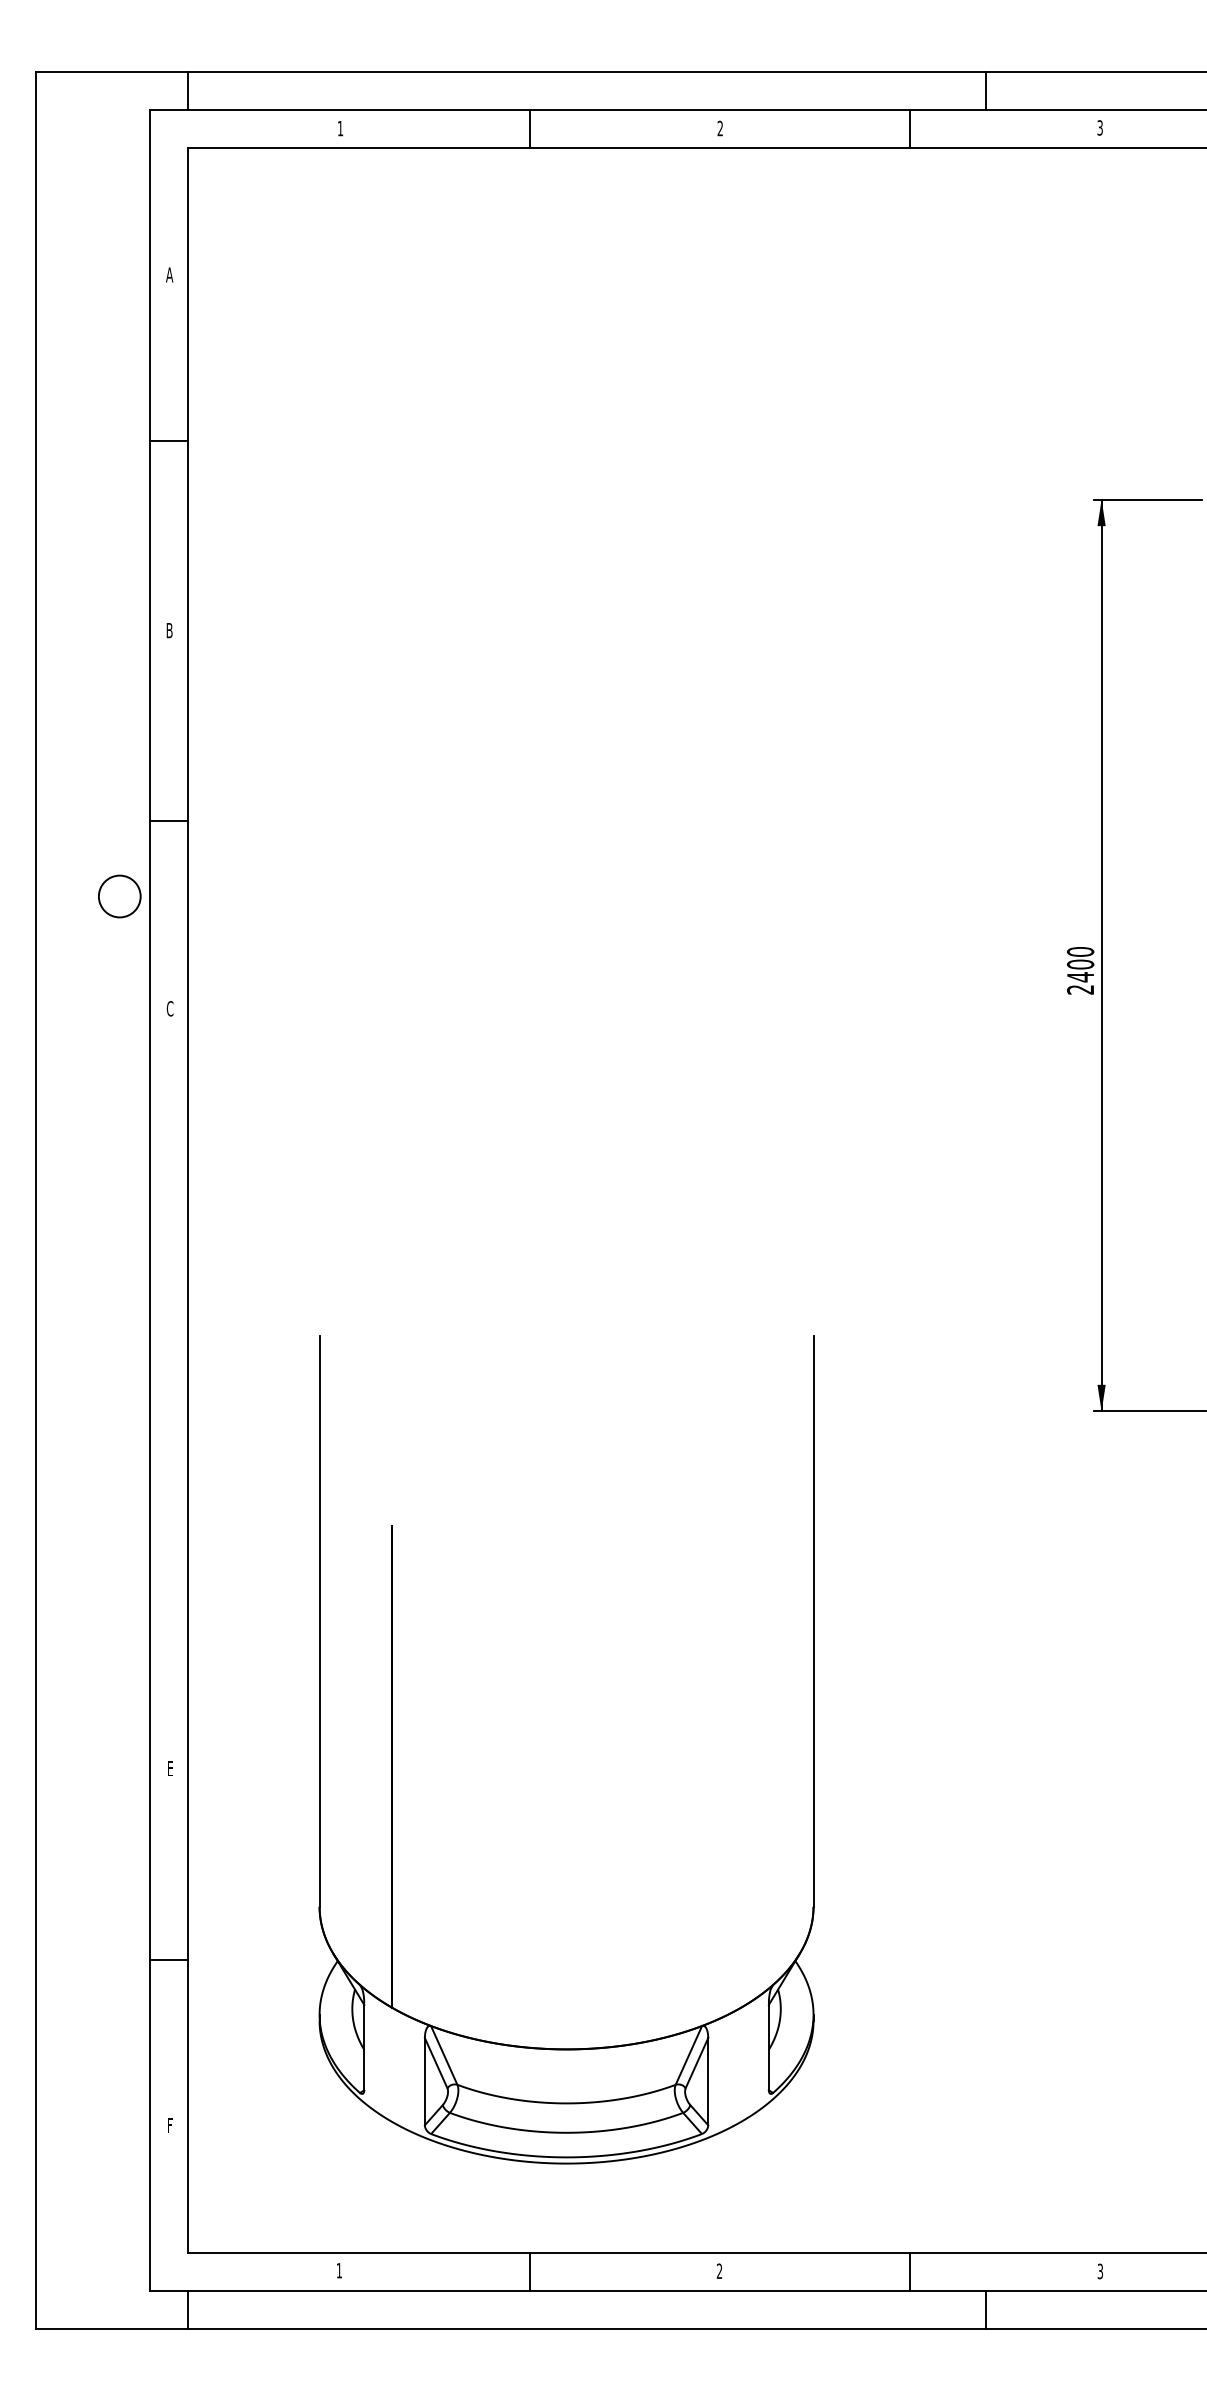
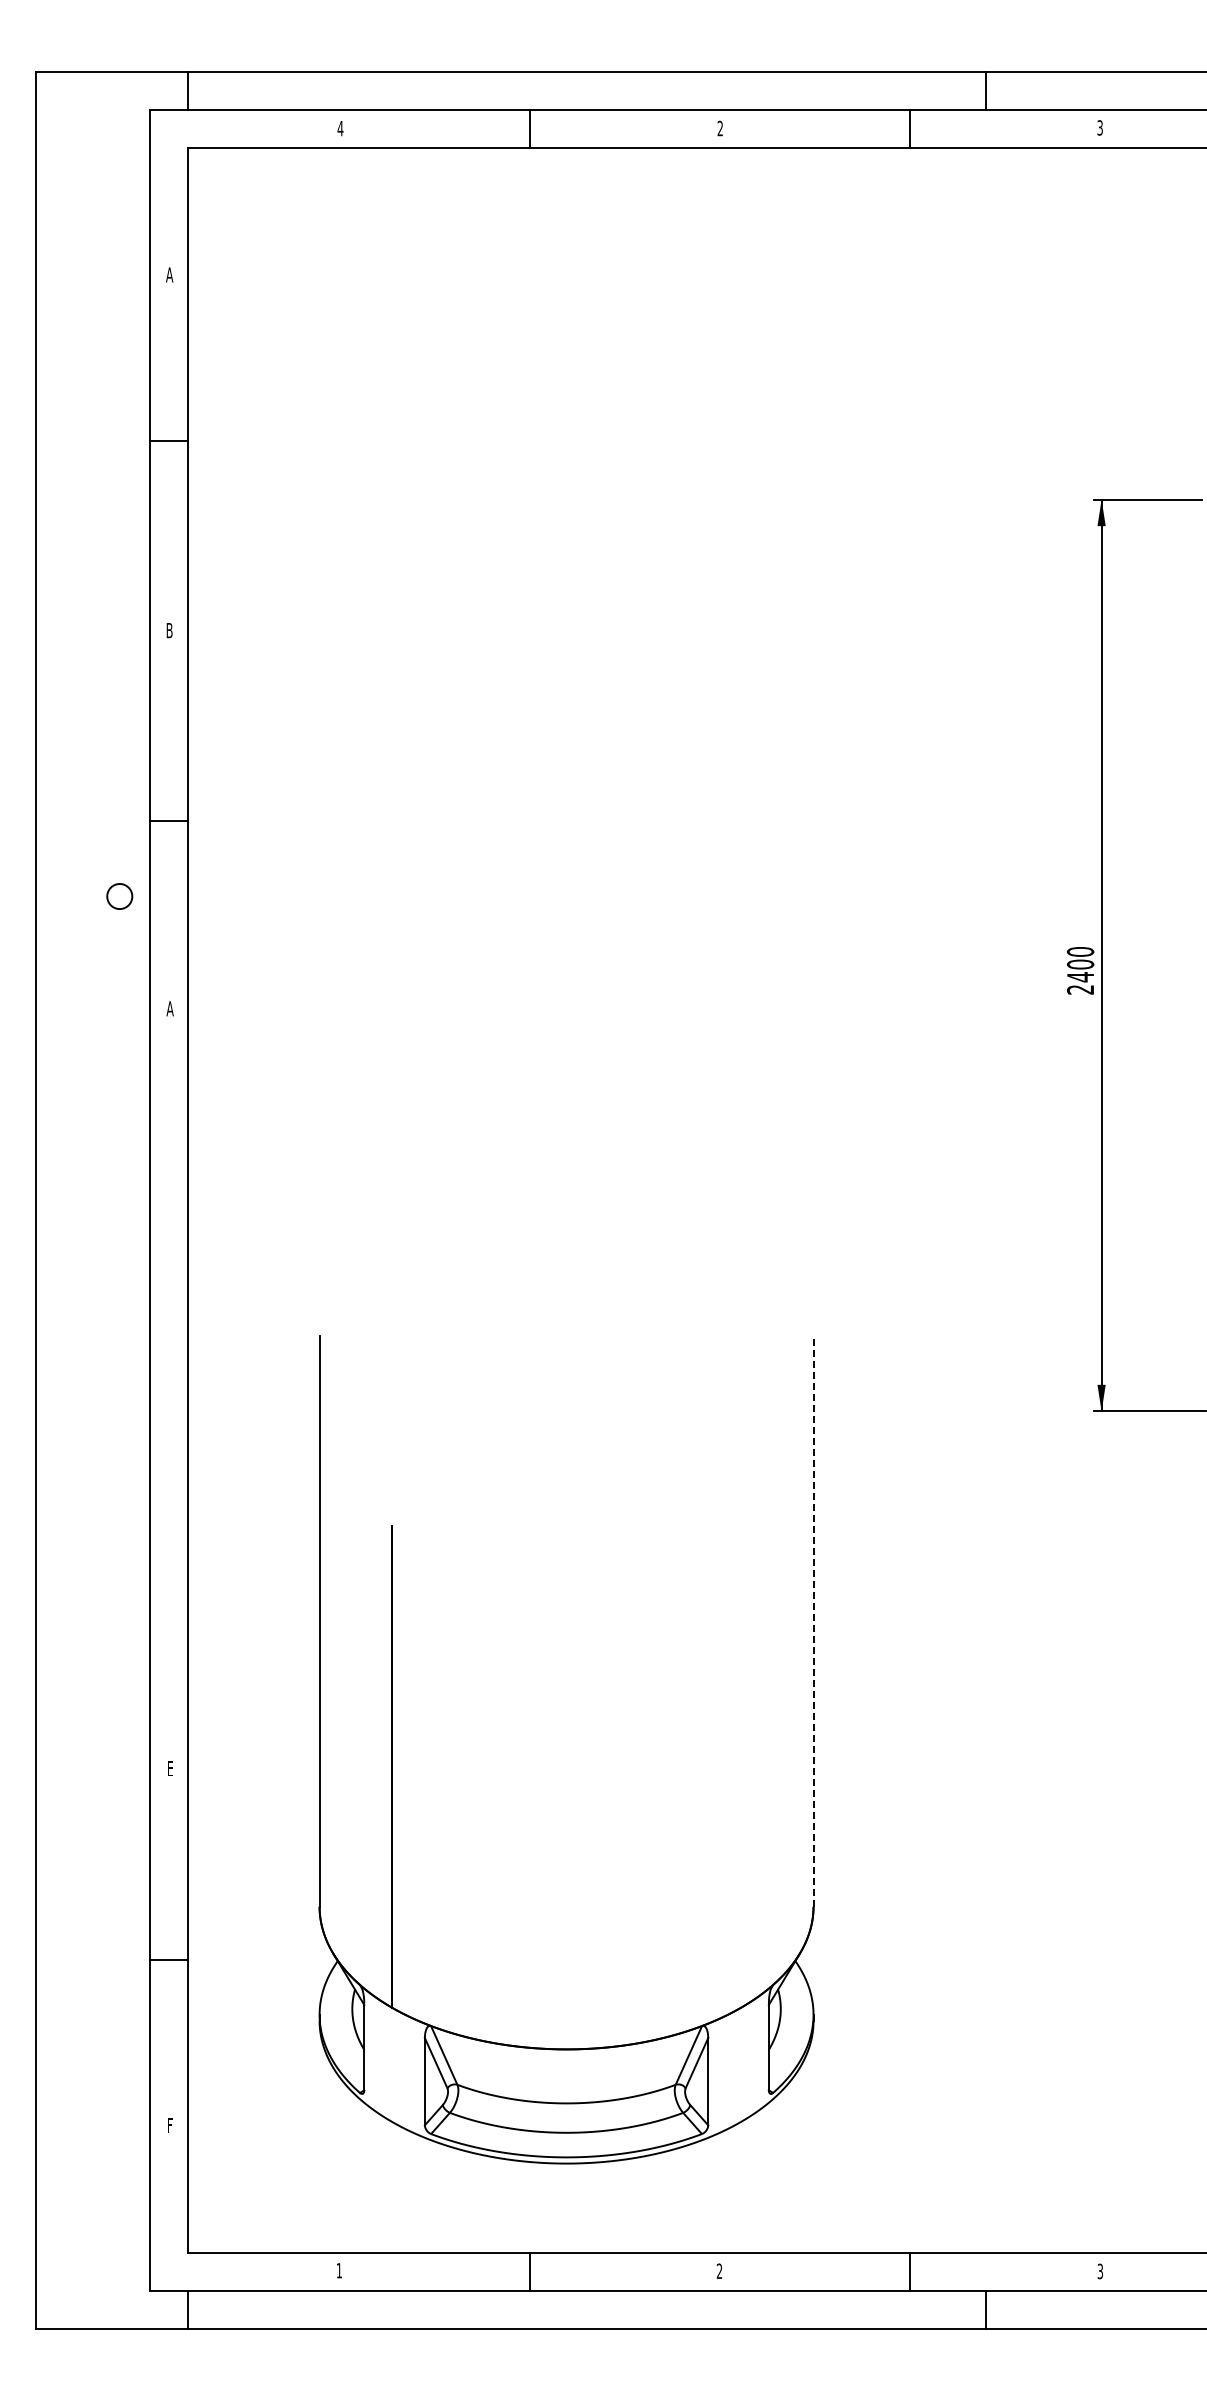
text at (340, 128): 1 -> 4
circle at (119, 896) diameter: 42 px -> 25 px
text at (169, 1008): C -> A
line at (813, 1621): solid -> dashed
